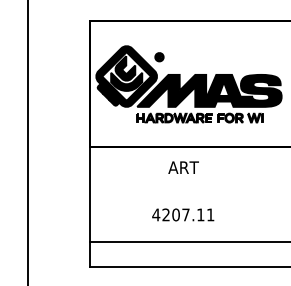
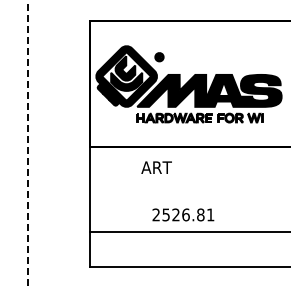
line at (28, 142): solid -> dashed
text at (183, 167) position: (183, 167) -> (156, 167)
text at (178, 214): 4207.11 -> 2526.81
line at (188, 241) position: (188, 241) -> (188, 231)
